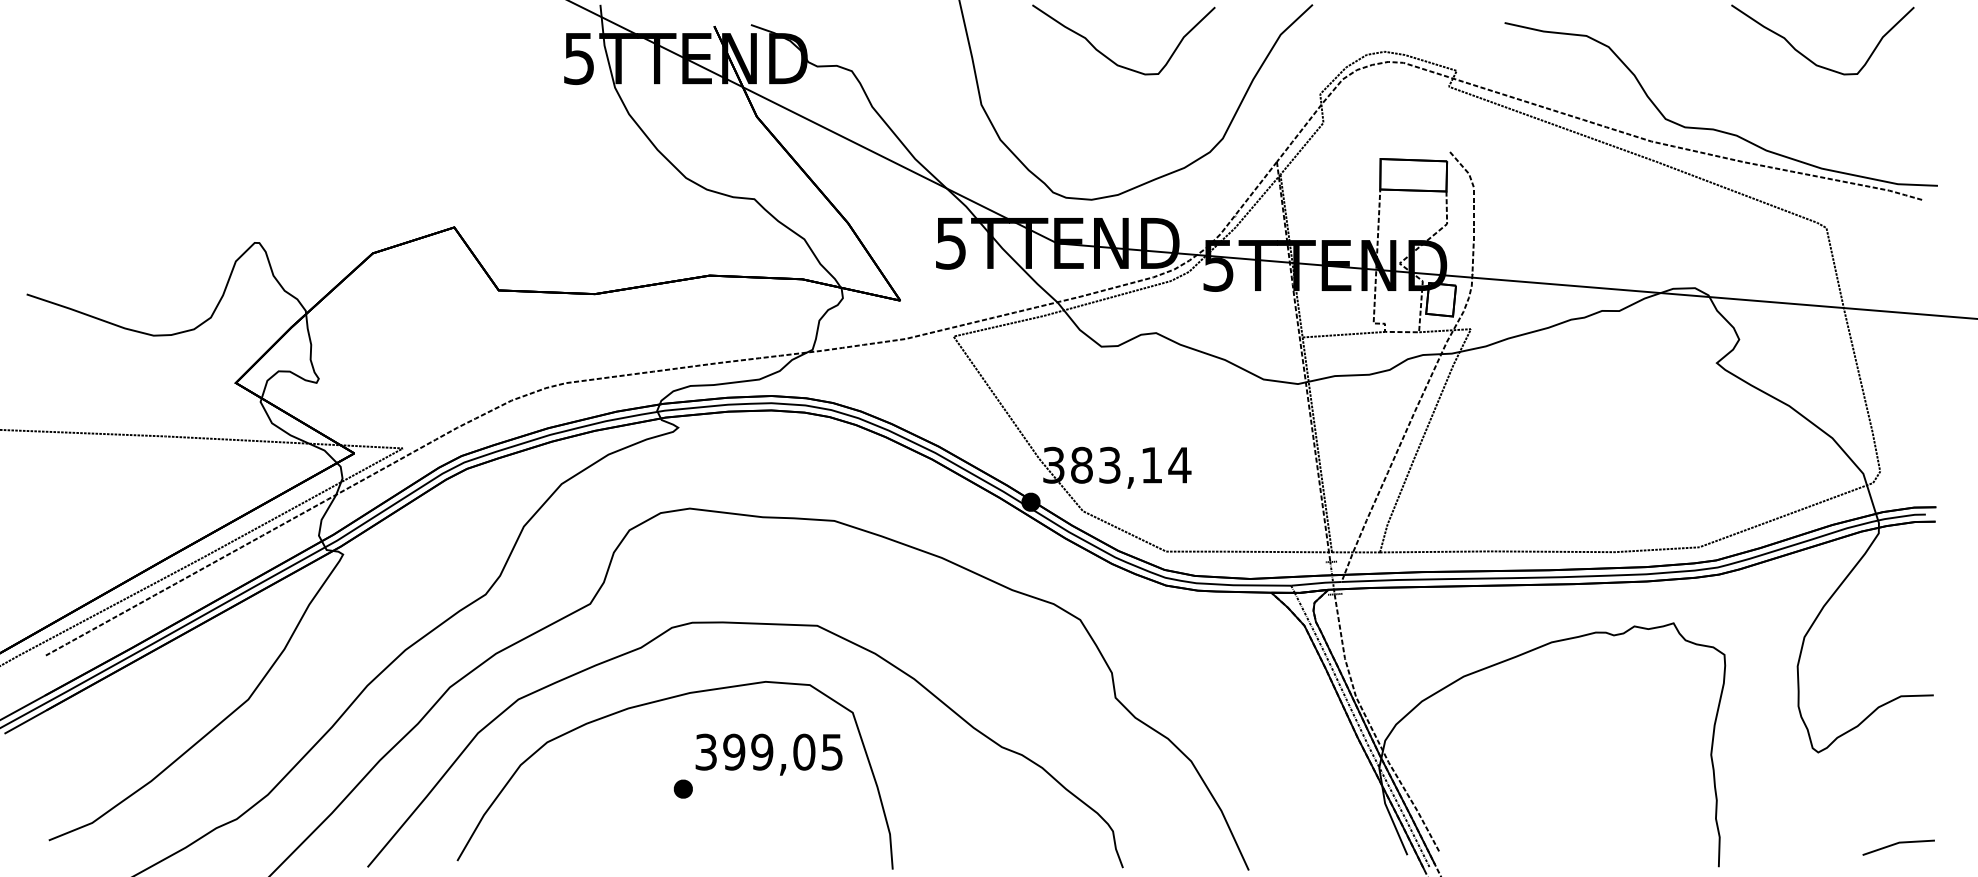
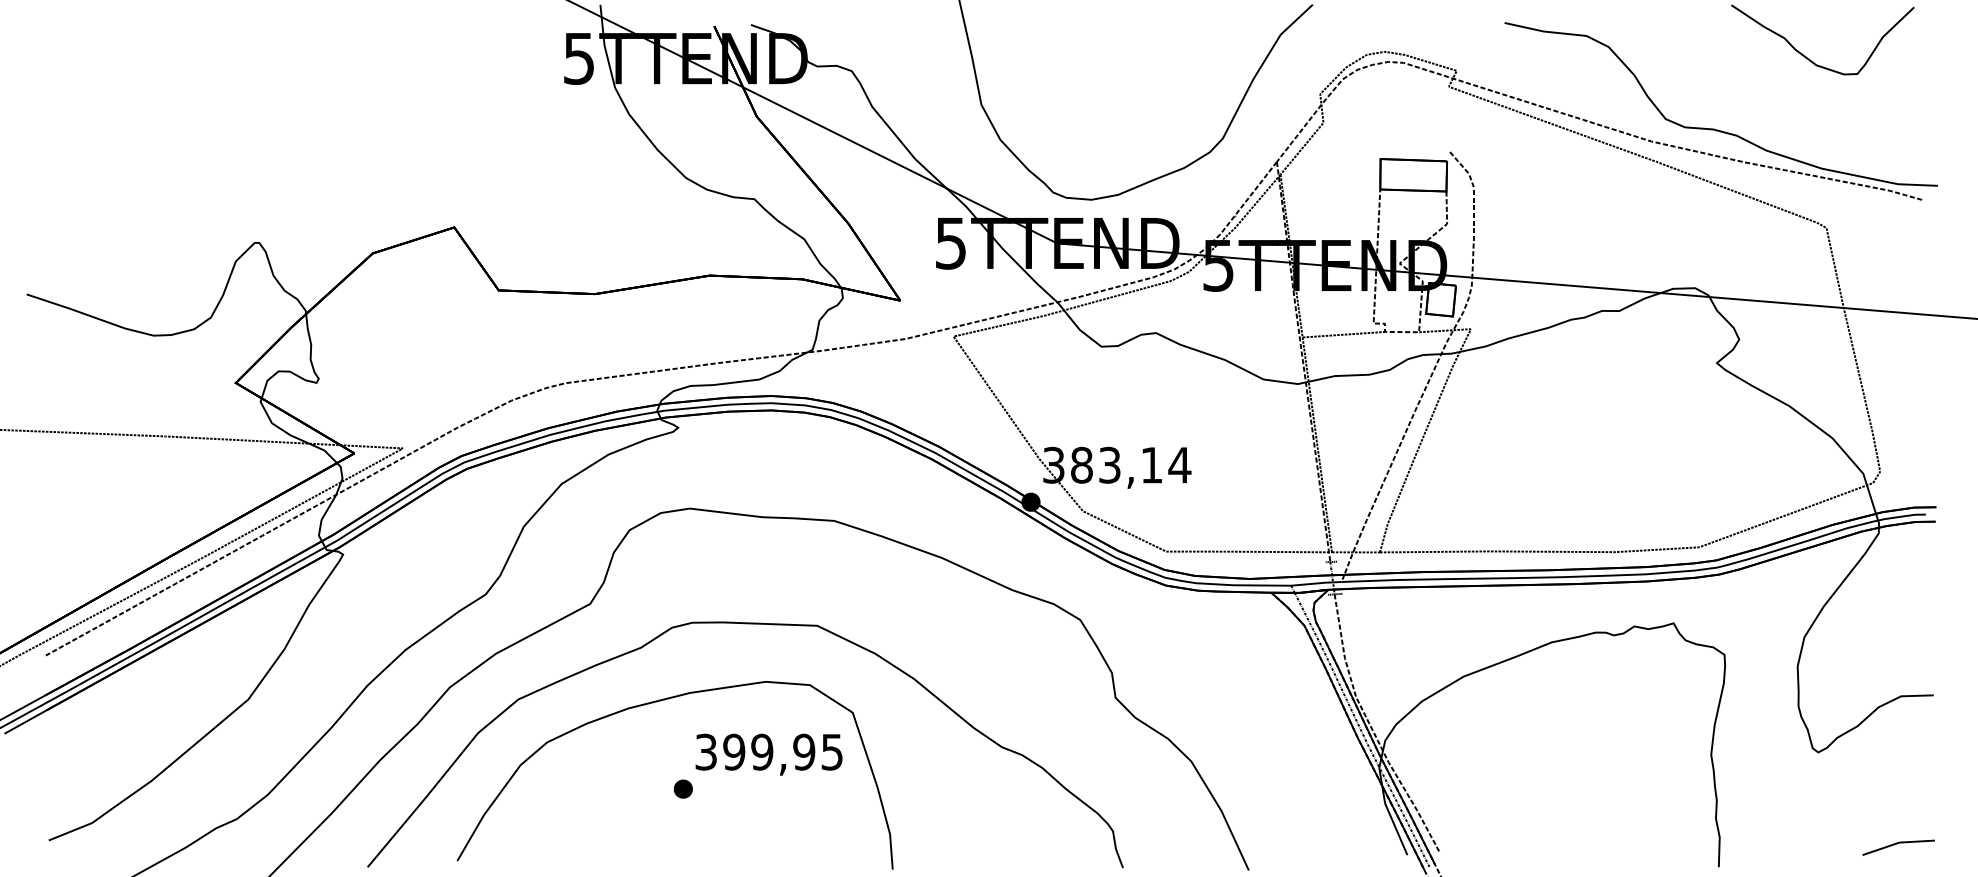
curve at (1110, 58): present -> none
text at (804, 752): 399,05 -> 399,95
